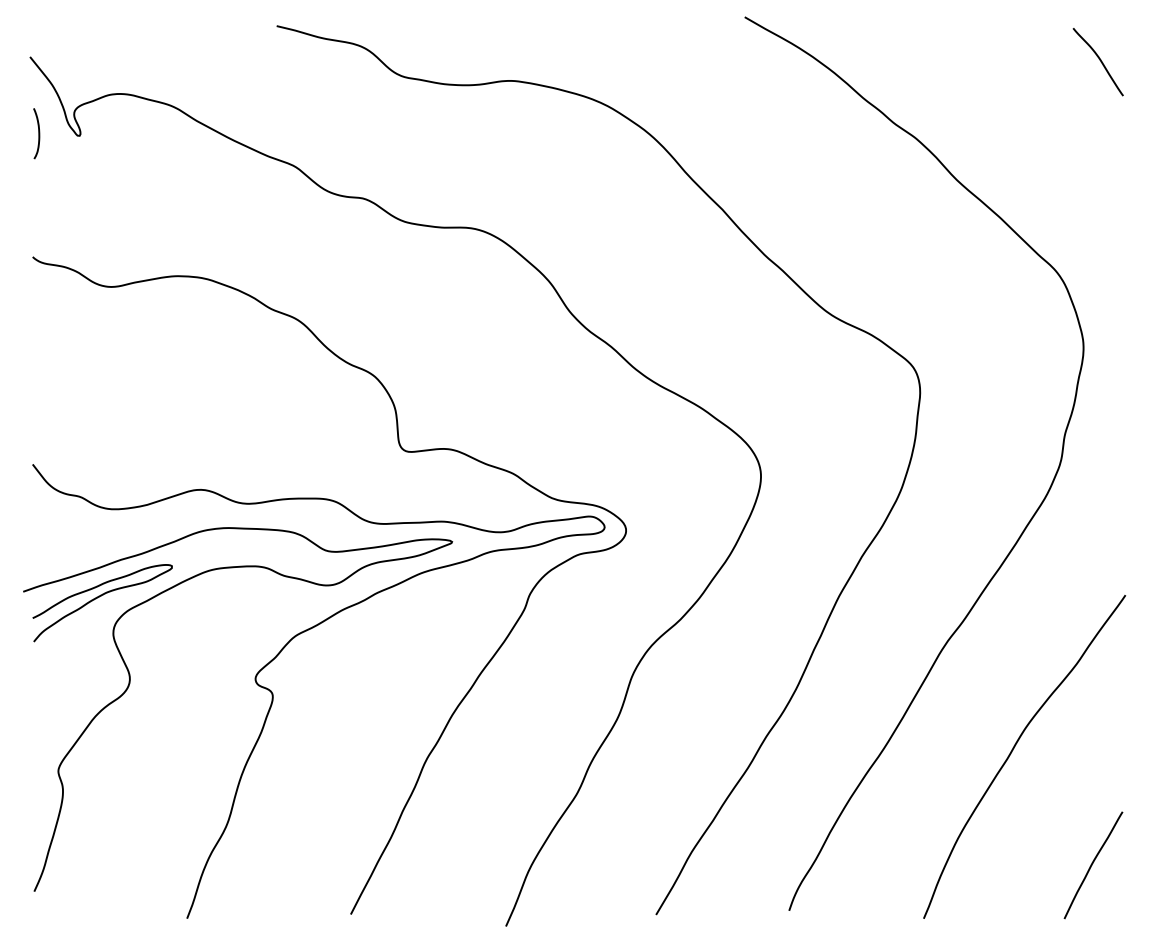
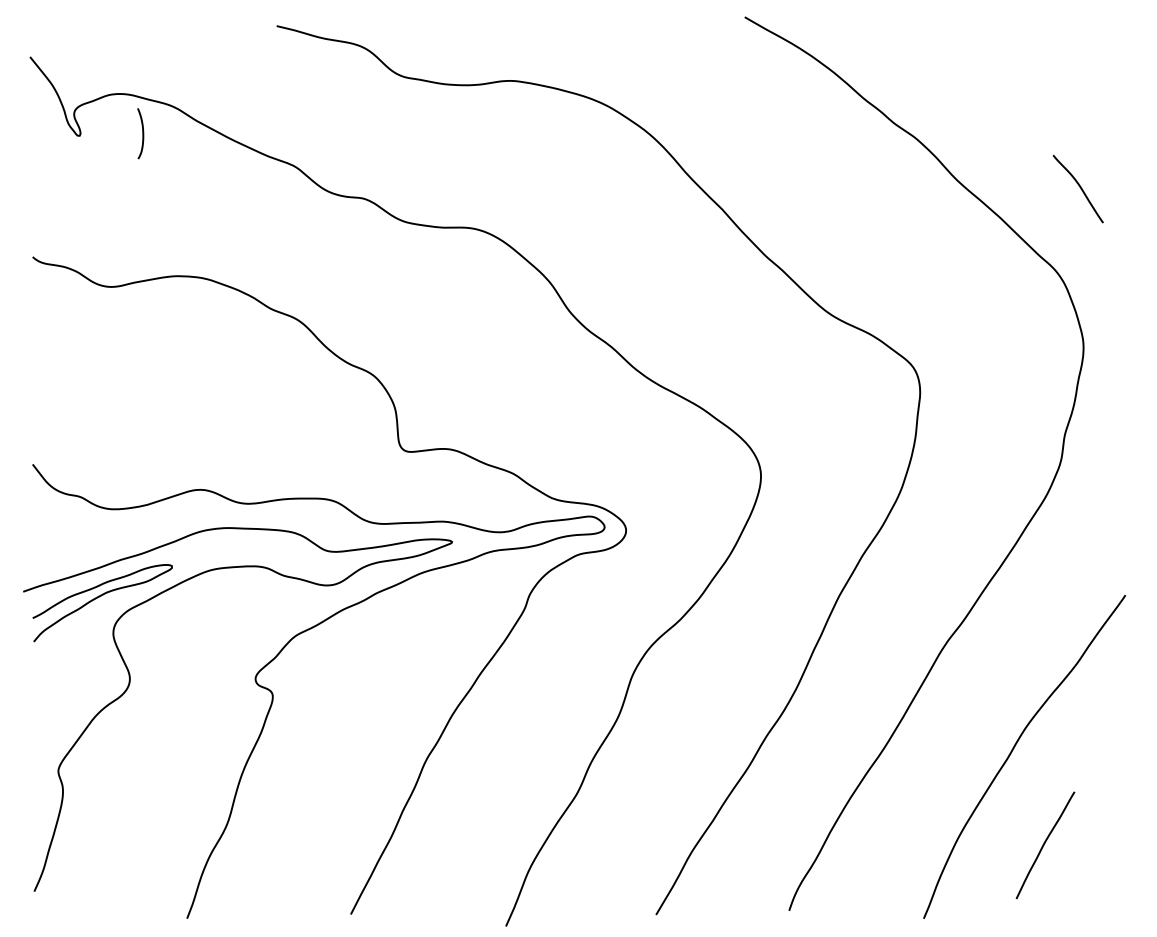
curve at (1099, 60) position: (1099, 60) -> (1079, 187)
curve at (38, 133) position: (38, 133) -> (142, 133)
curve at (1092, 865) position: (1092, 865) -> (1044, 845)
